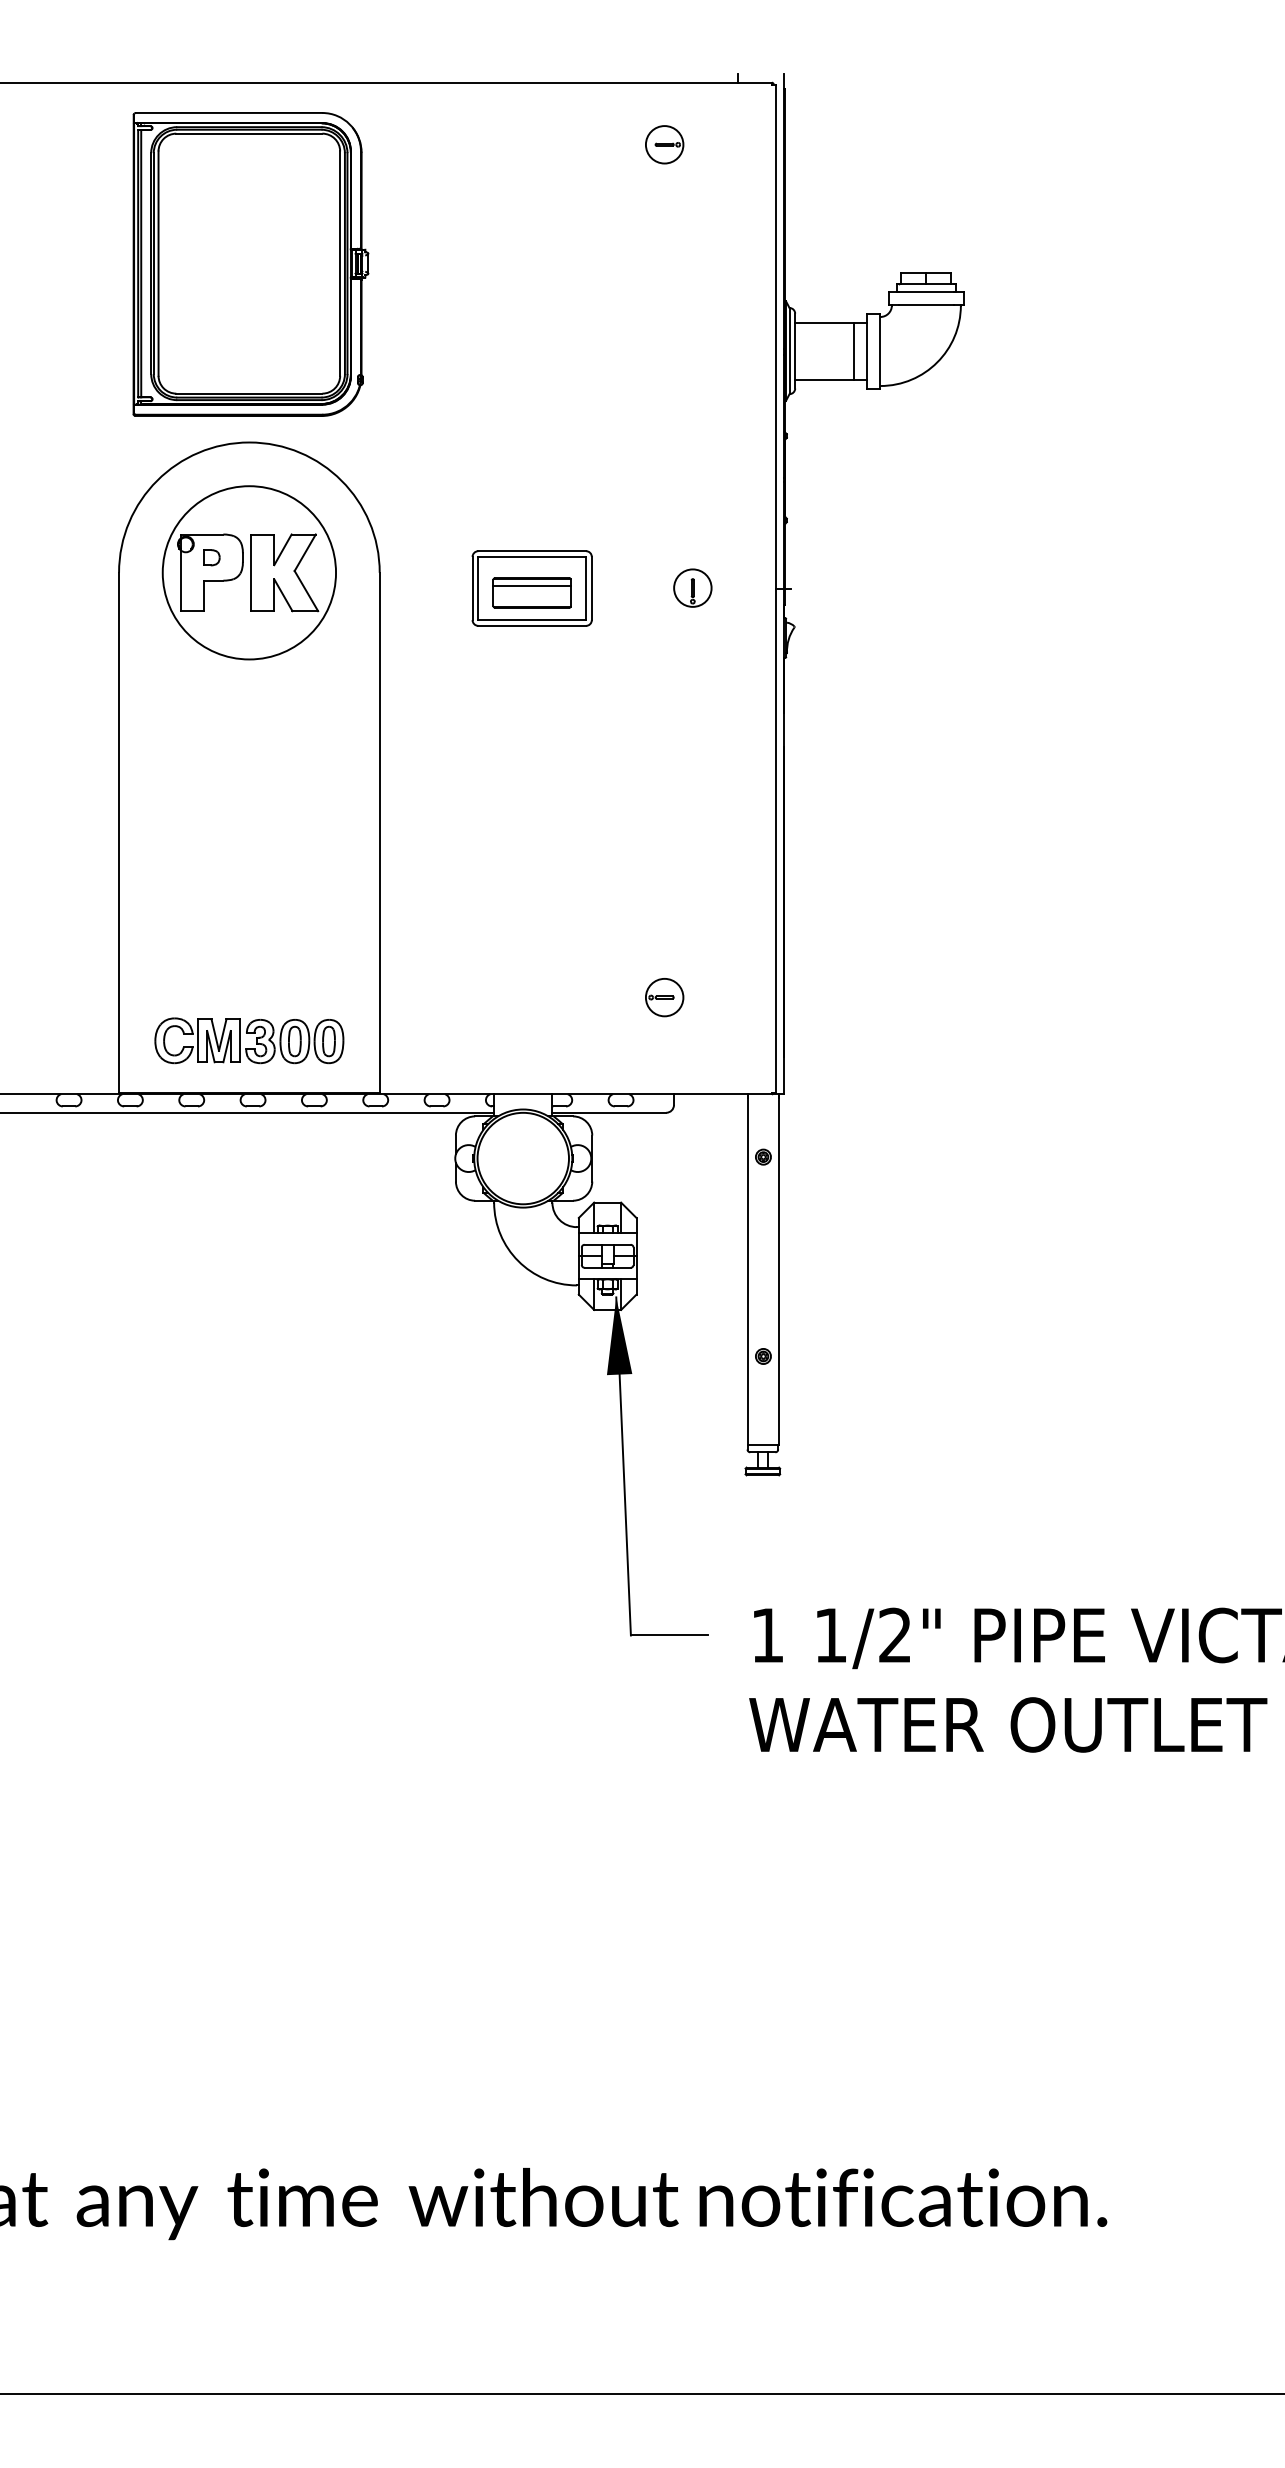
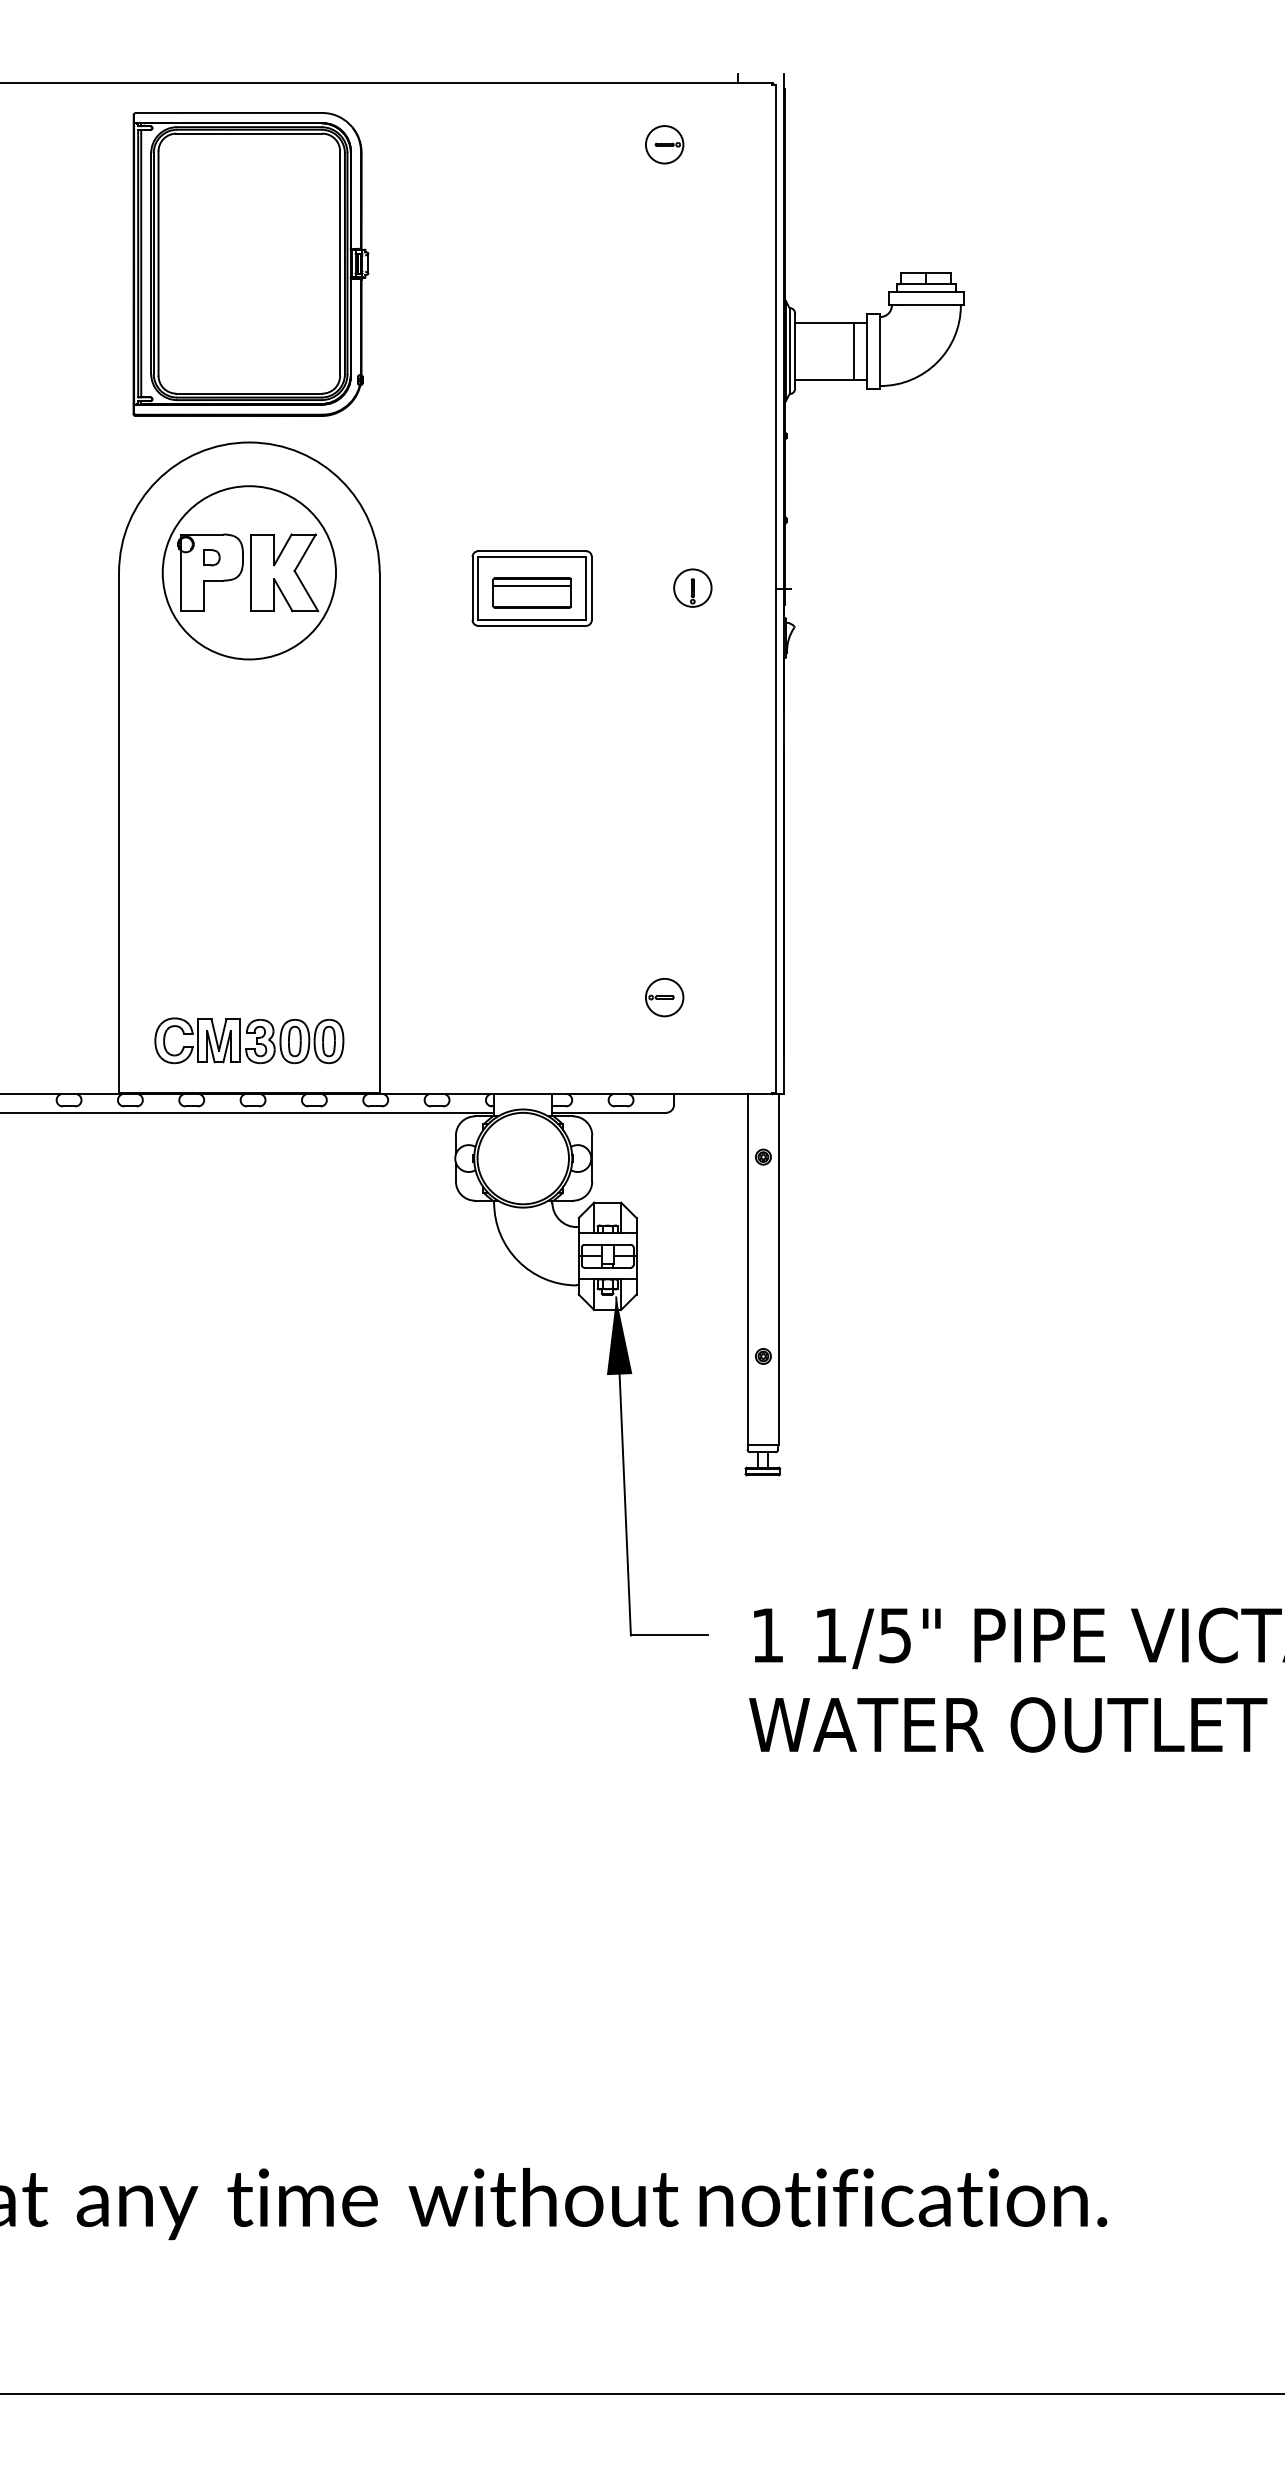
text at (894, 1635): 1/2" -> 1/5"
